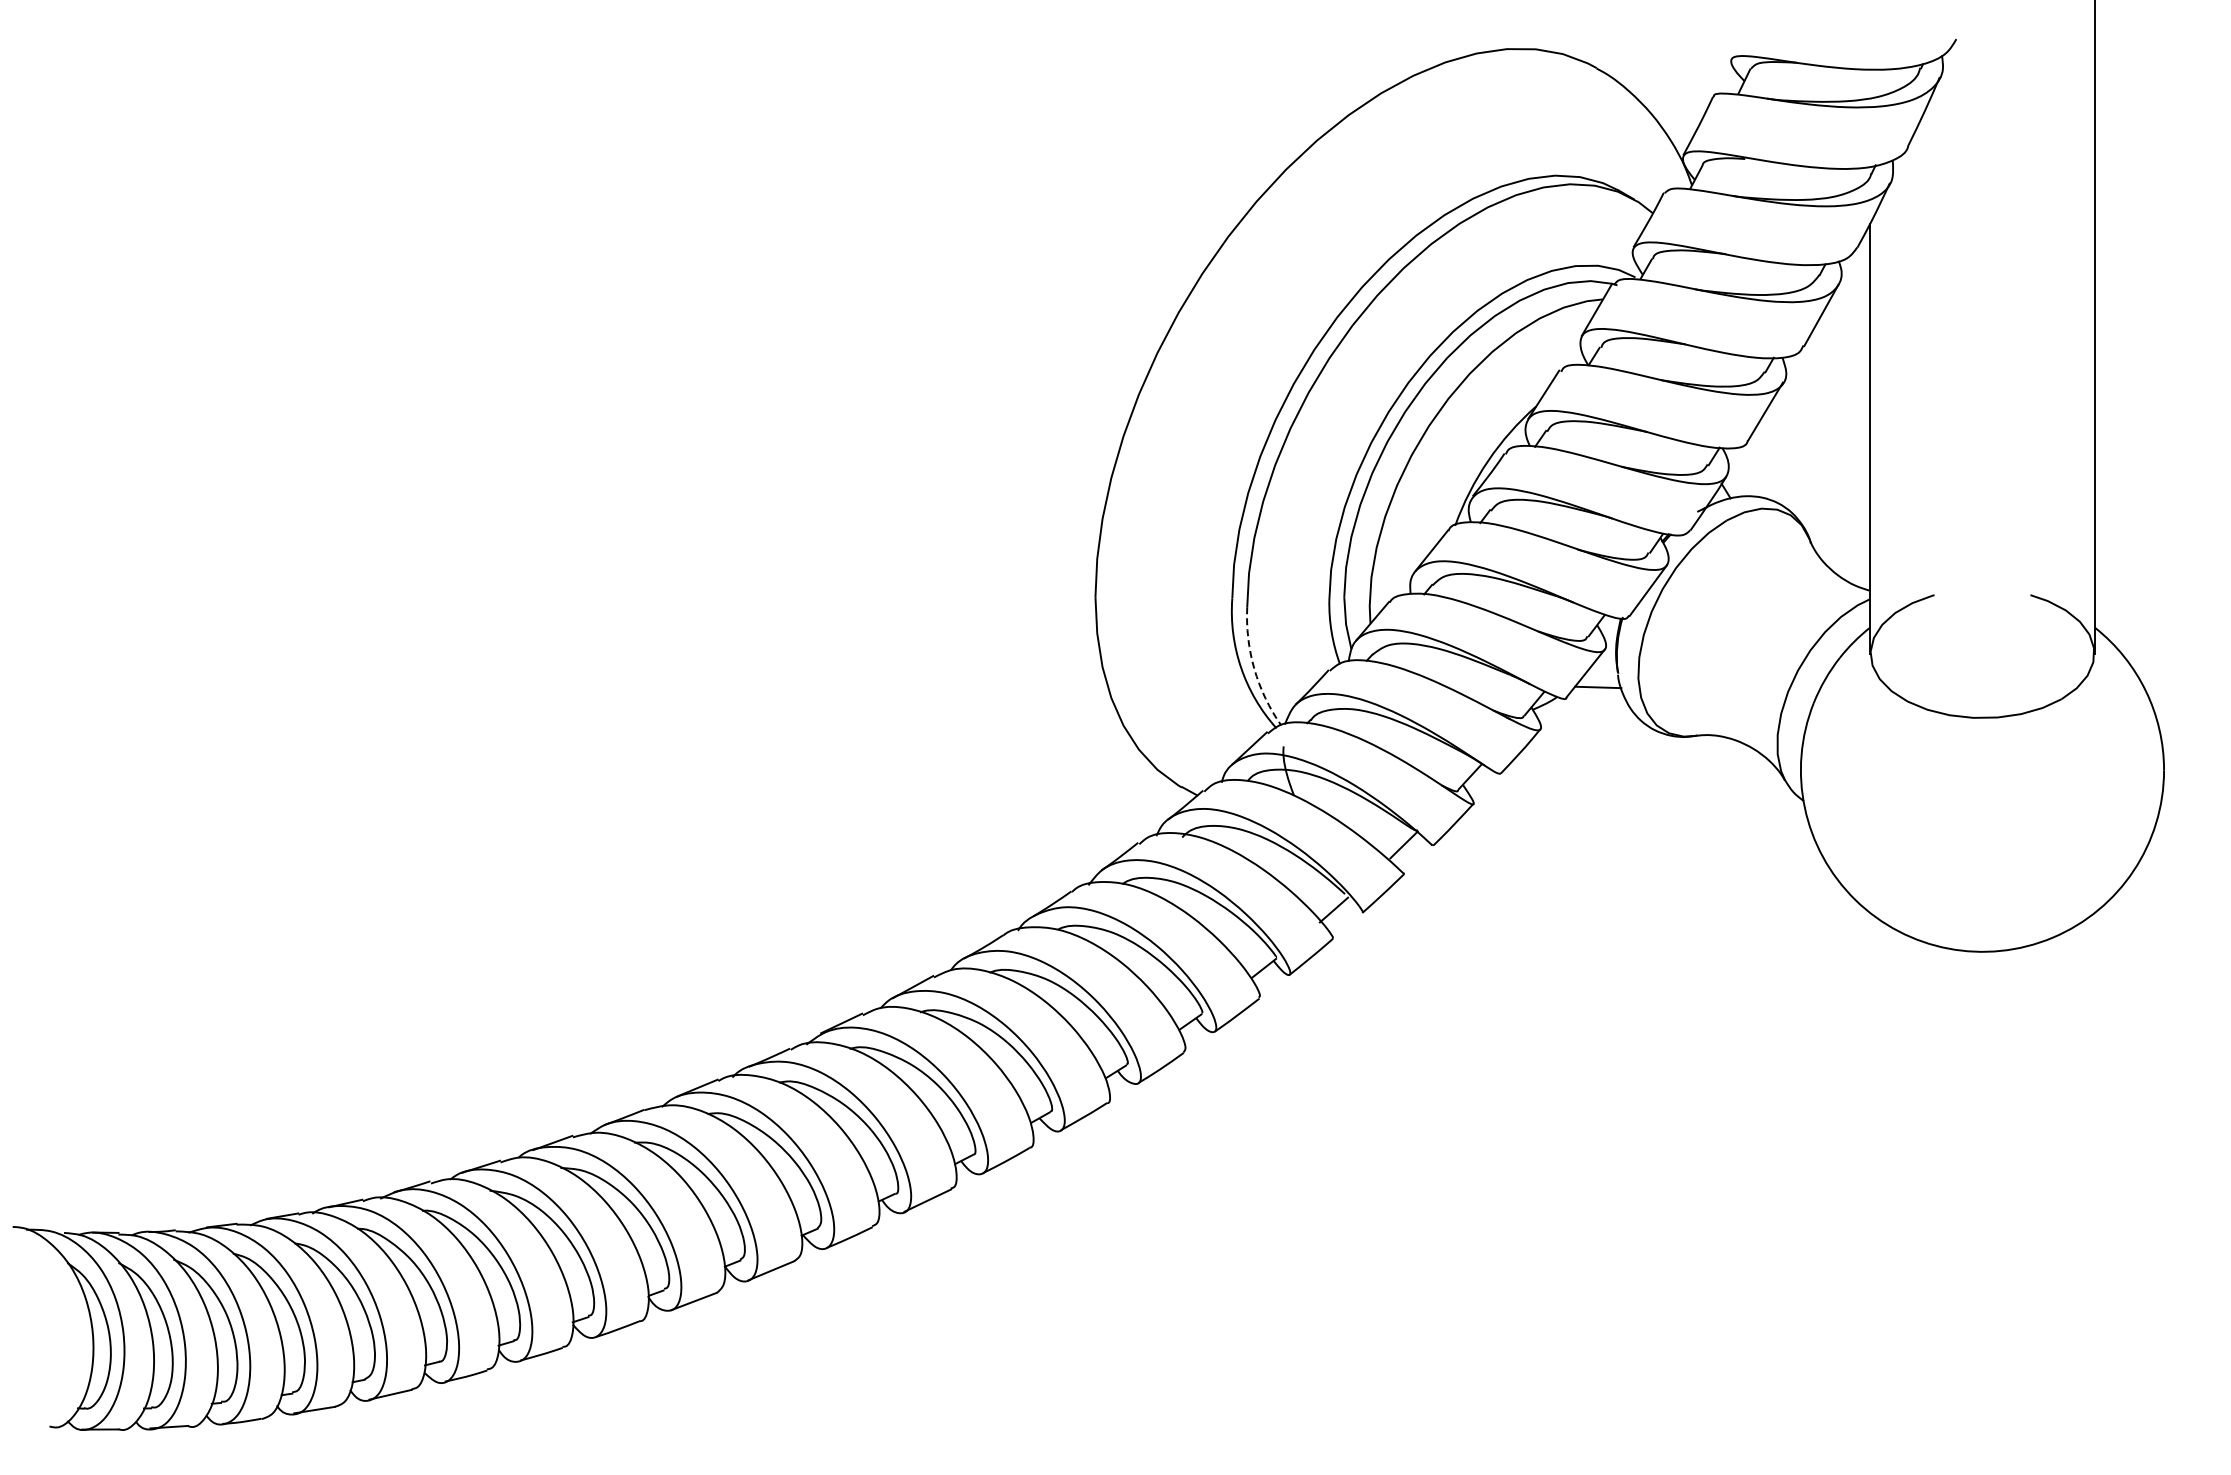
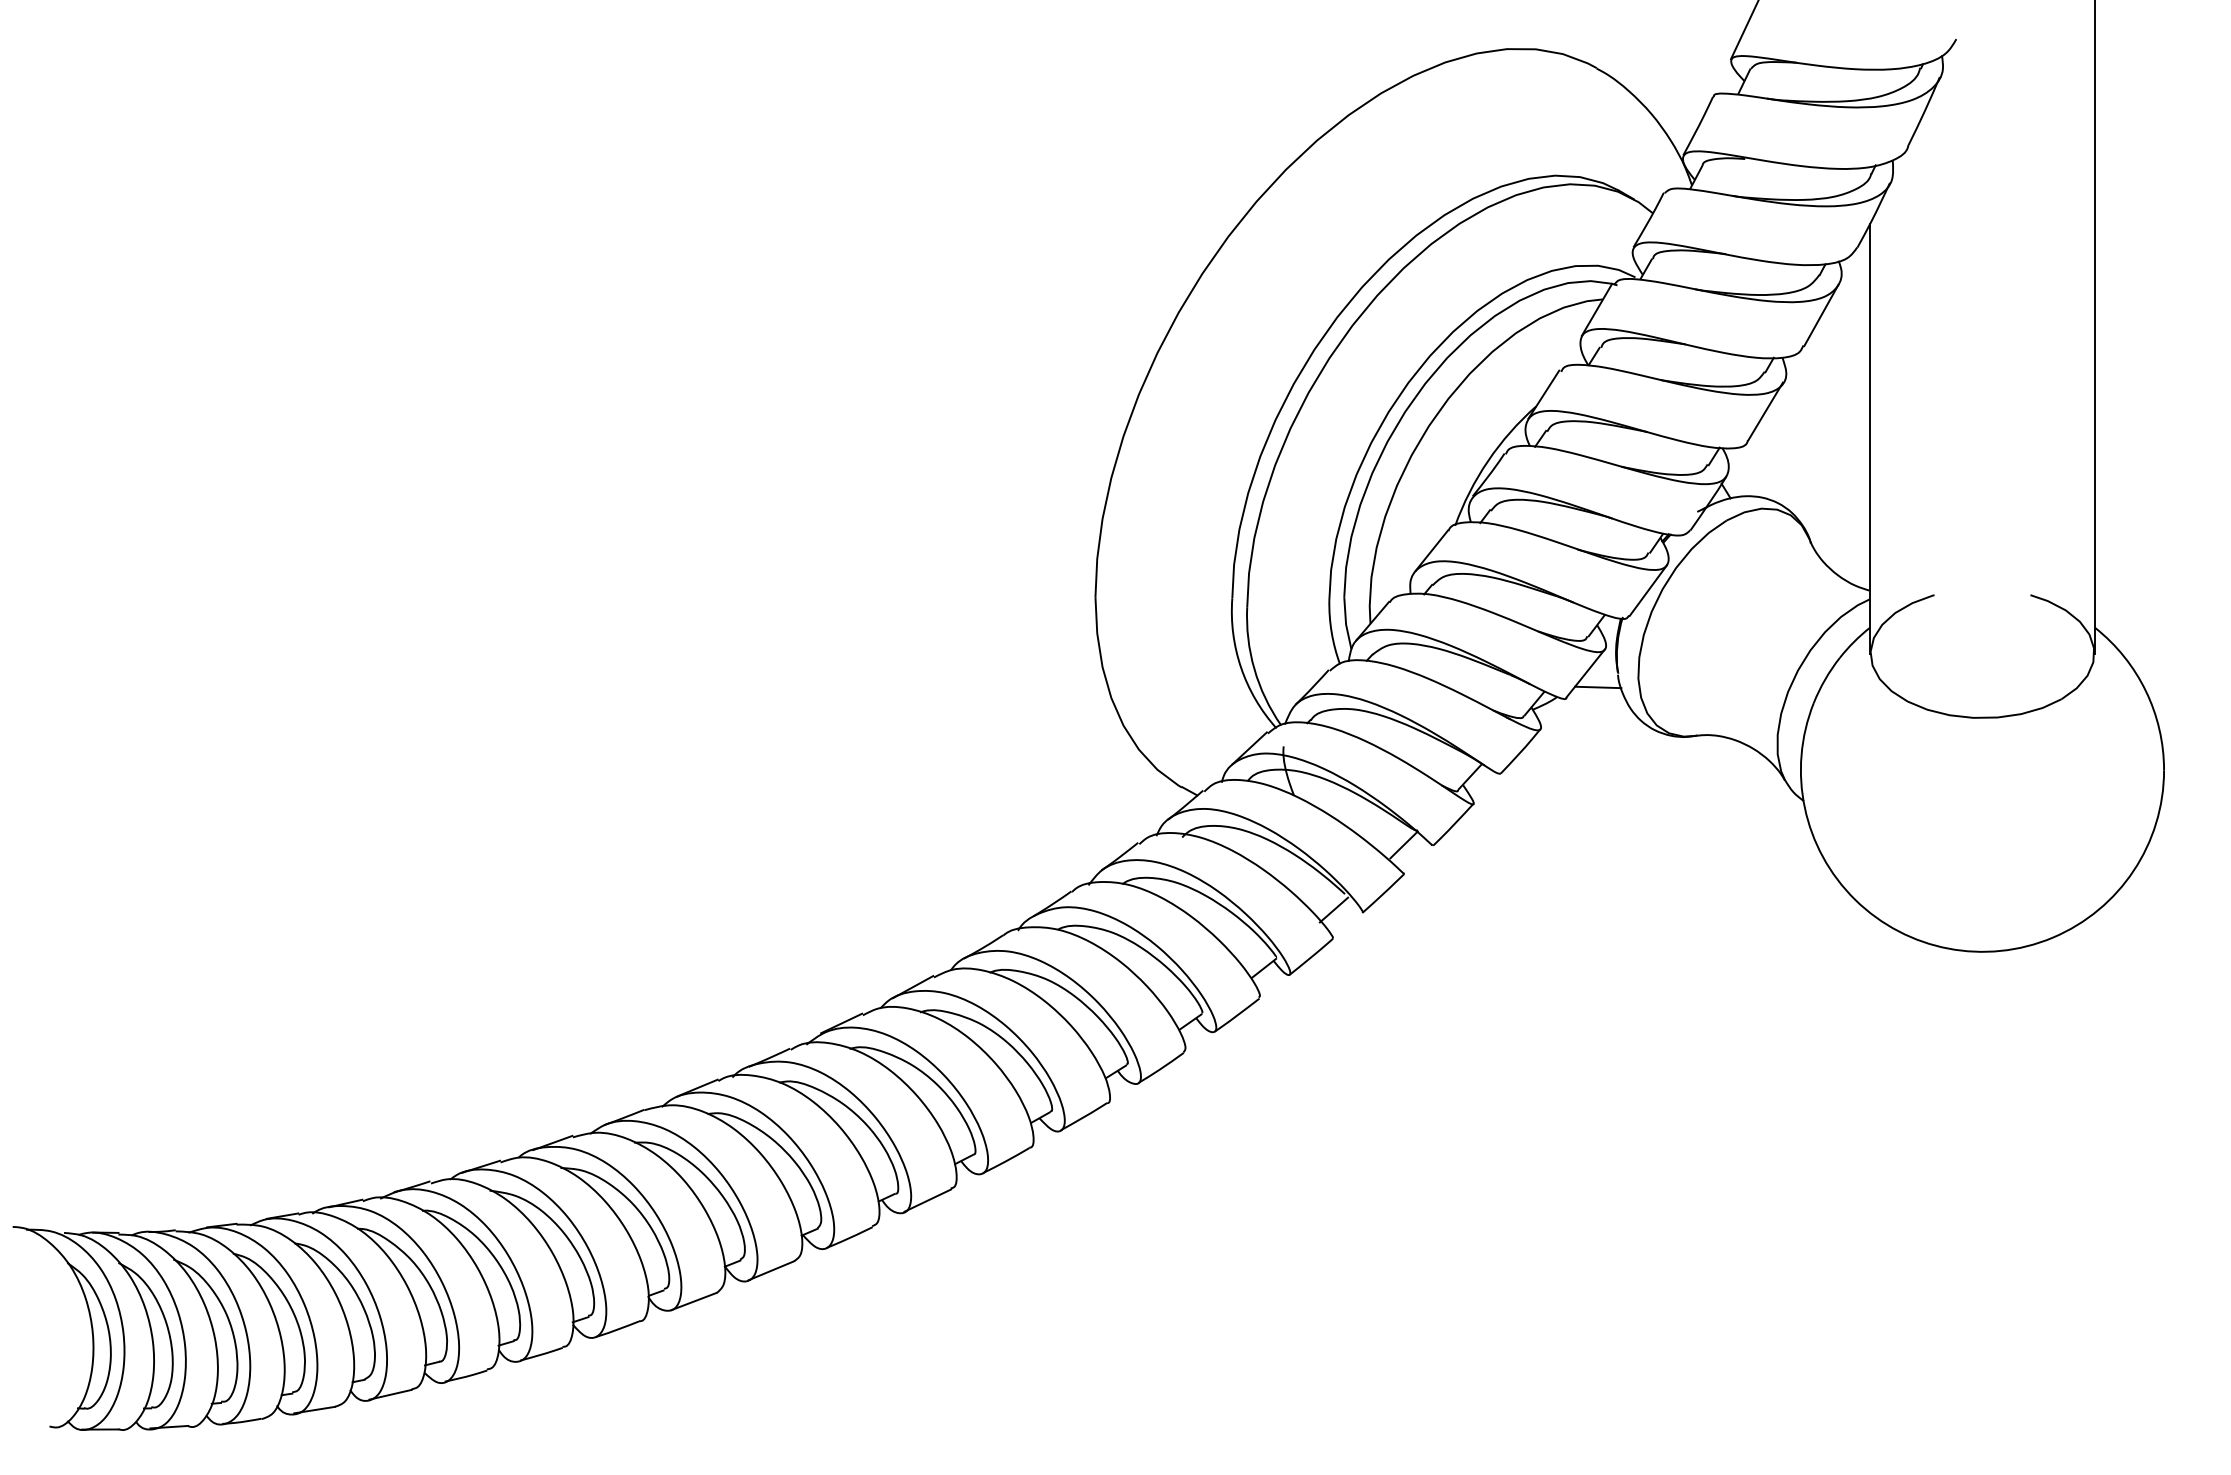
line at (1744, 30): none -> present
arc at (1254, 669): dashed -> solid
